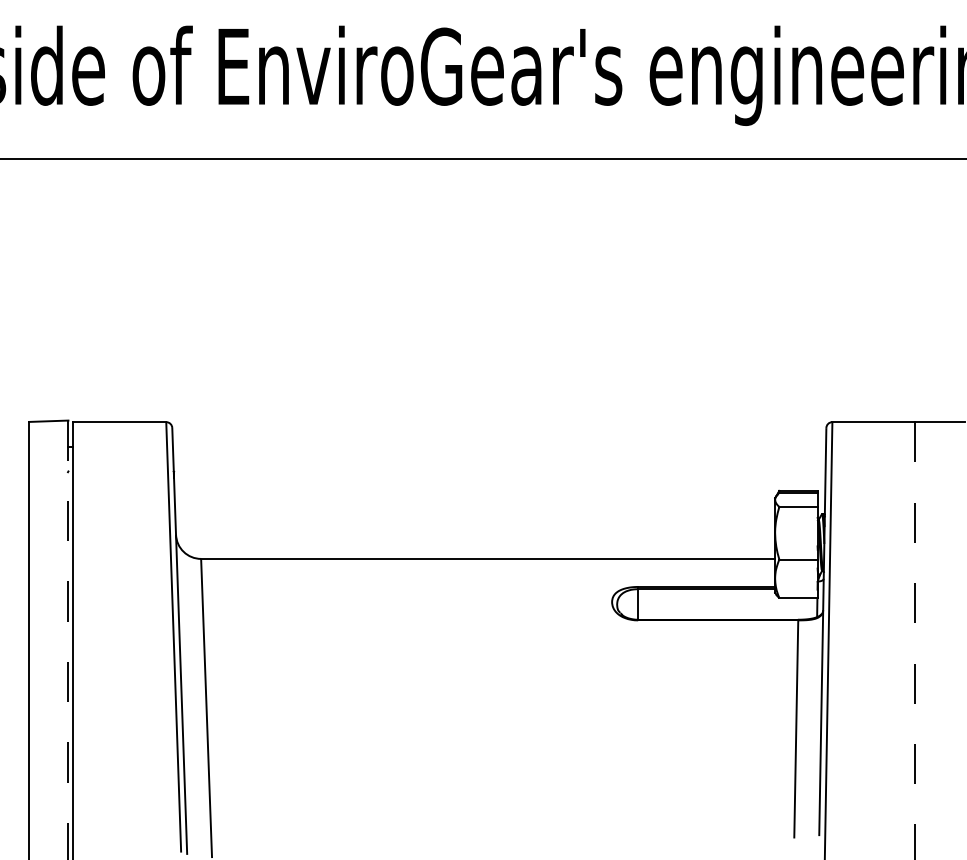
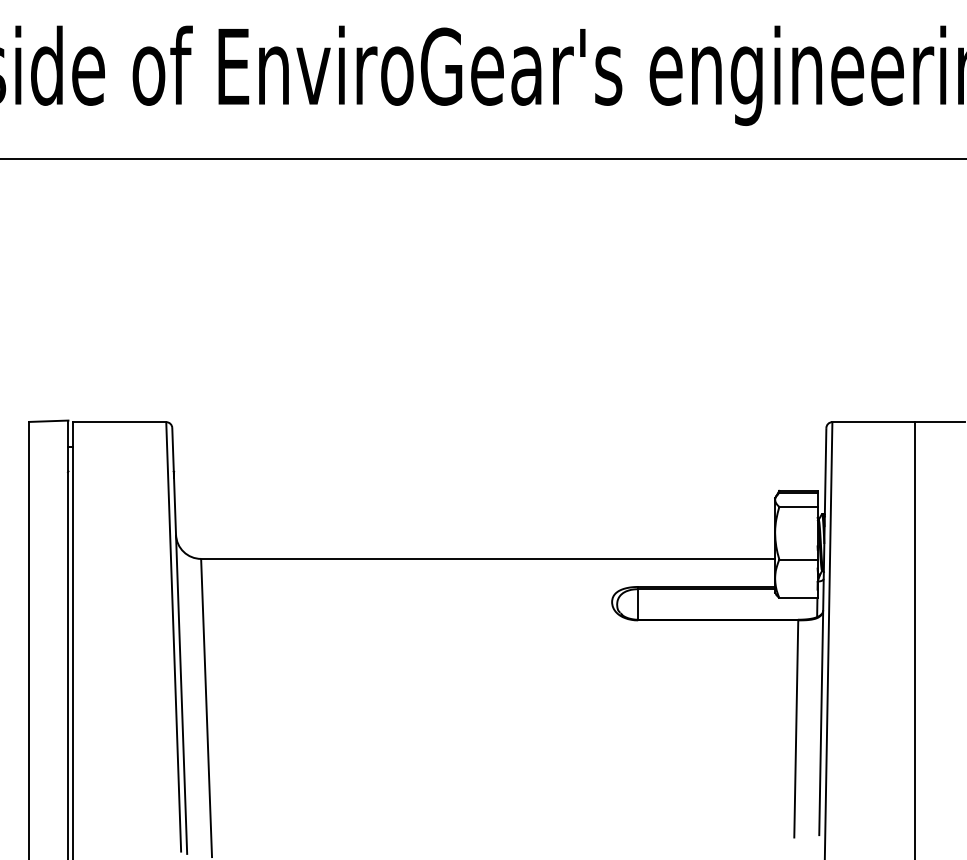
line at (68, 640): dashed -> solid
line at (914, 640): dashed -> solid
